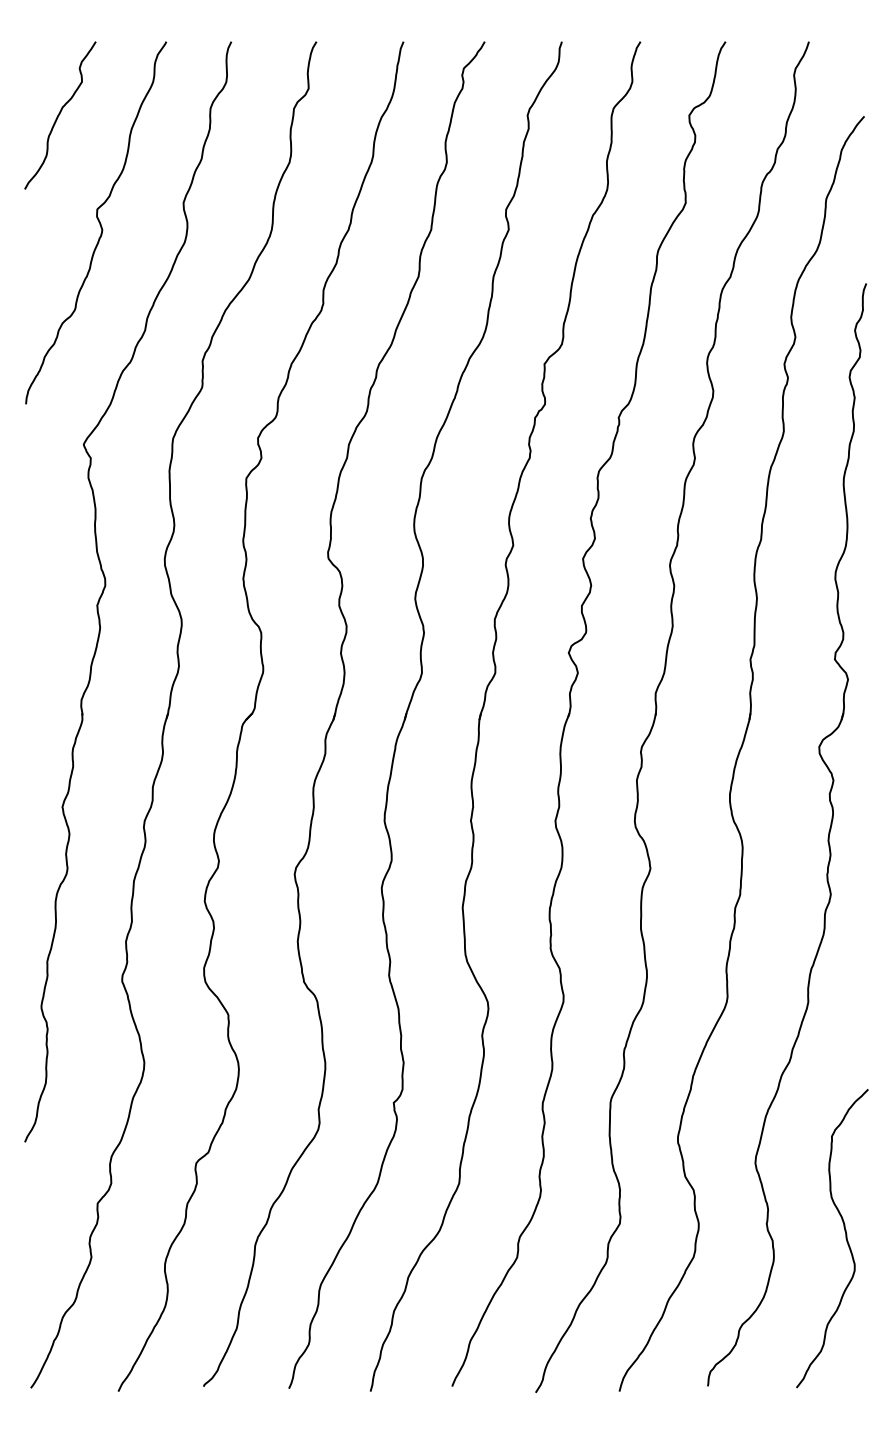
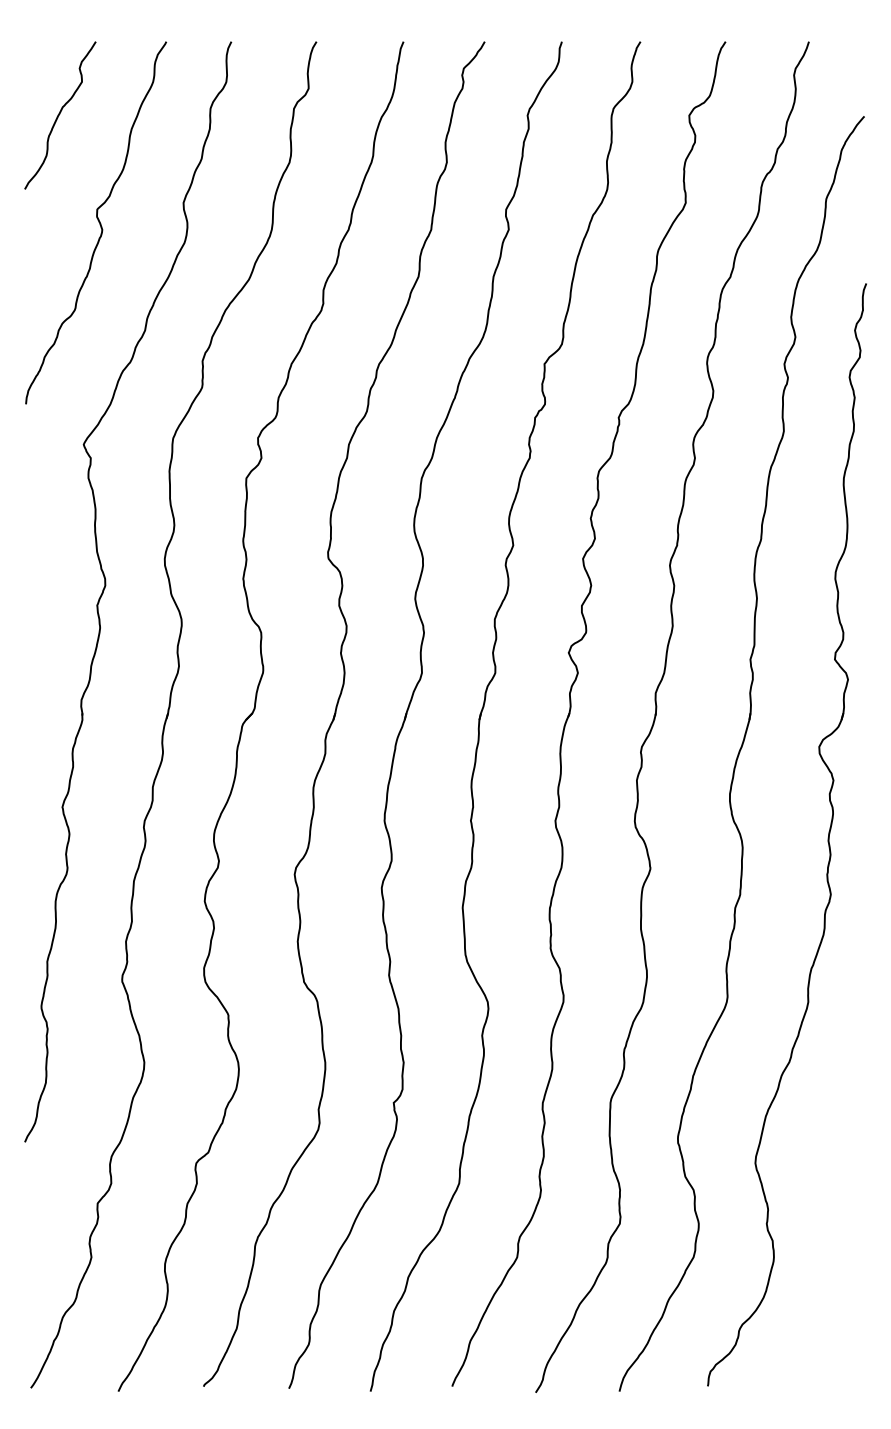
curve at (845, 1238): present -> none
